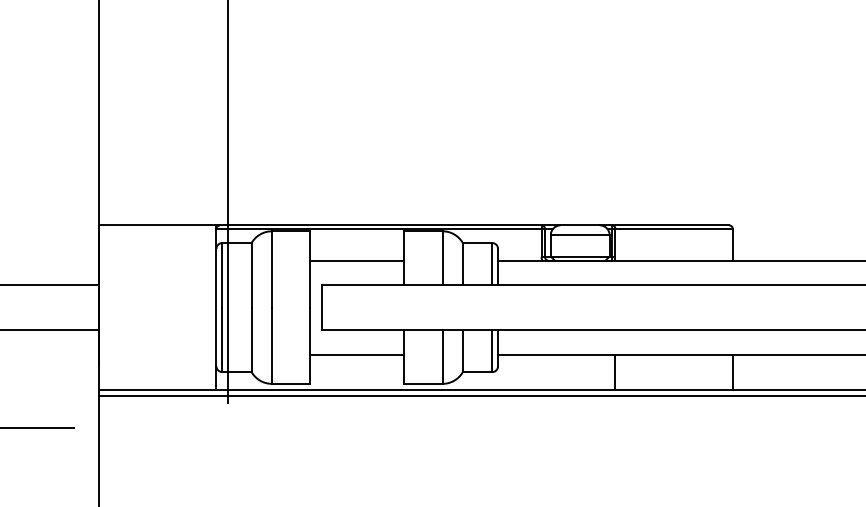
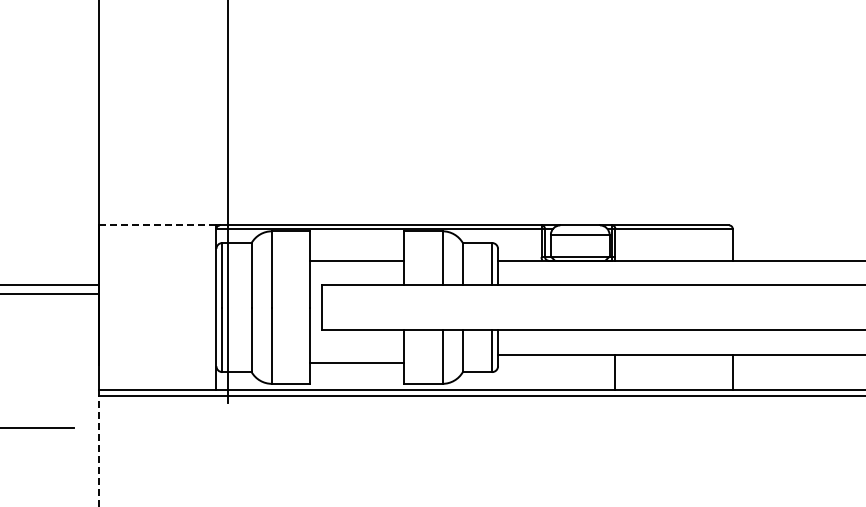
line at (157, 225): solid -> dashed
line at (50, 329) position: (50, 329) -> (50, 293)
line at (357, 354) position: (357, 354) -> (357, 362)
line at (99, 450): solid -> dashed
